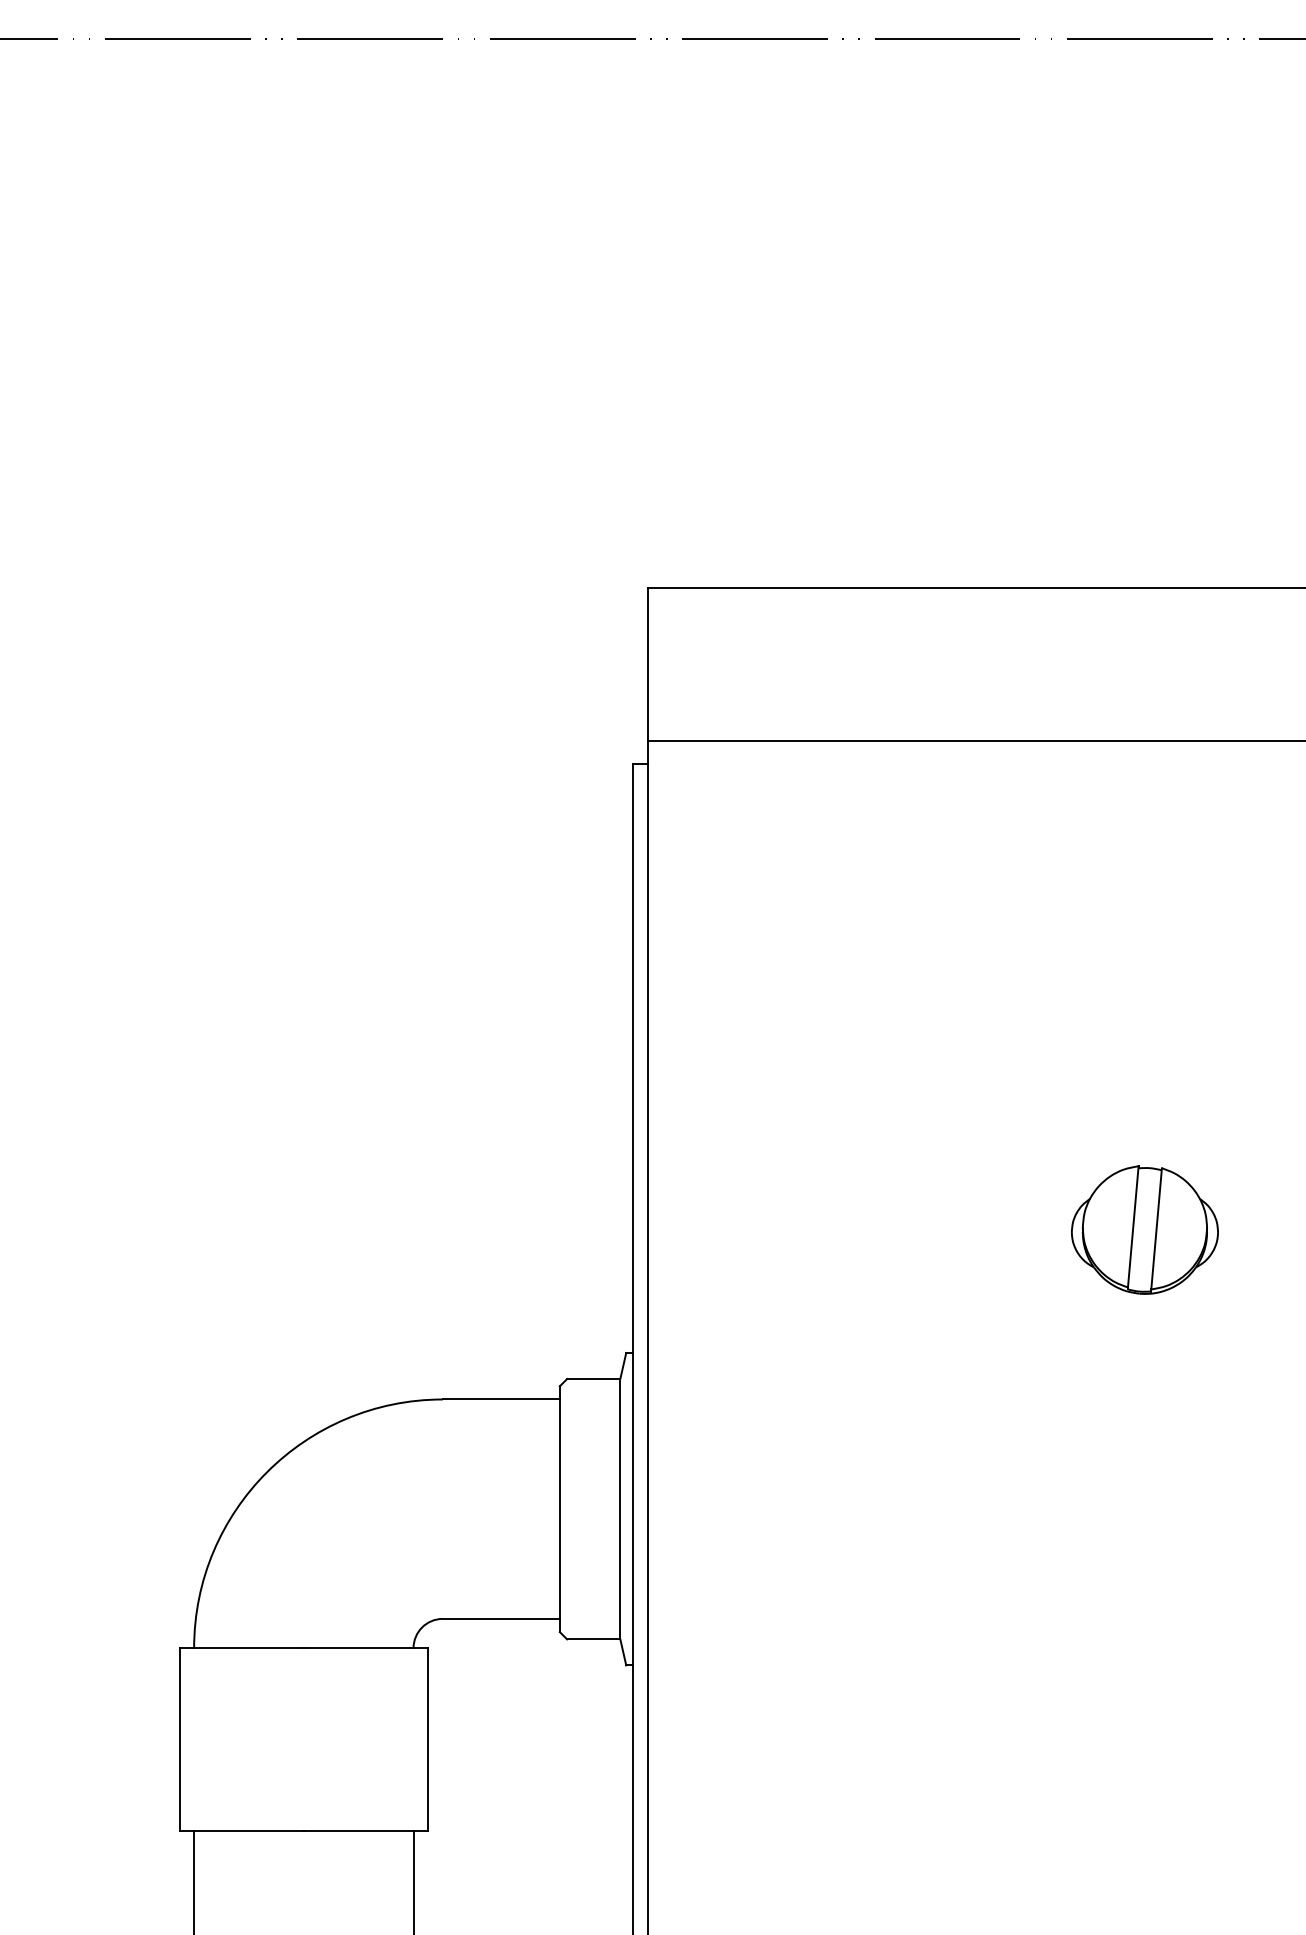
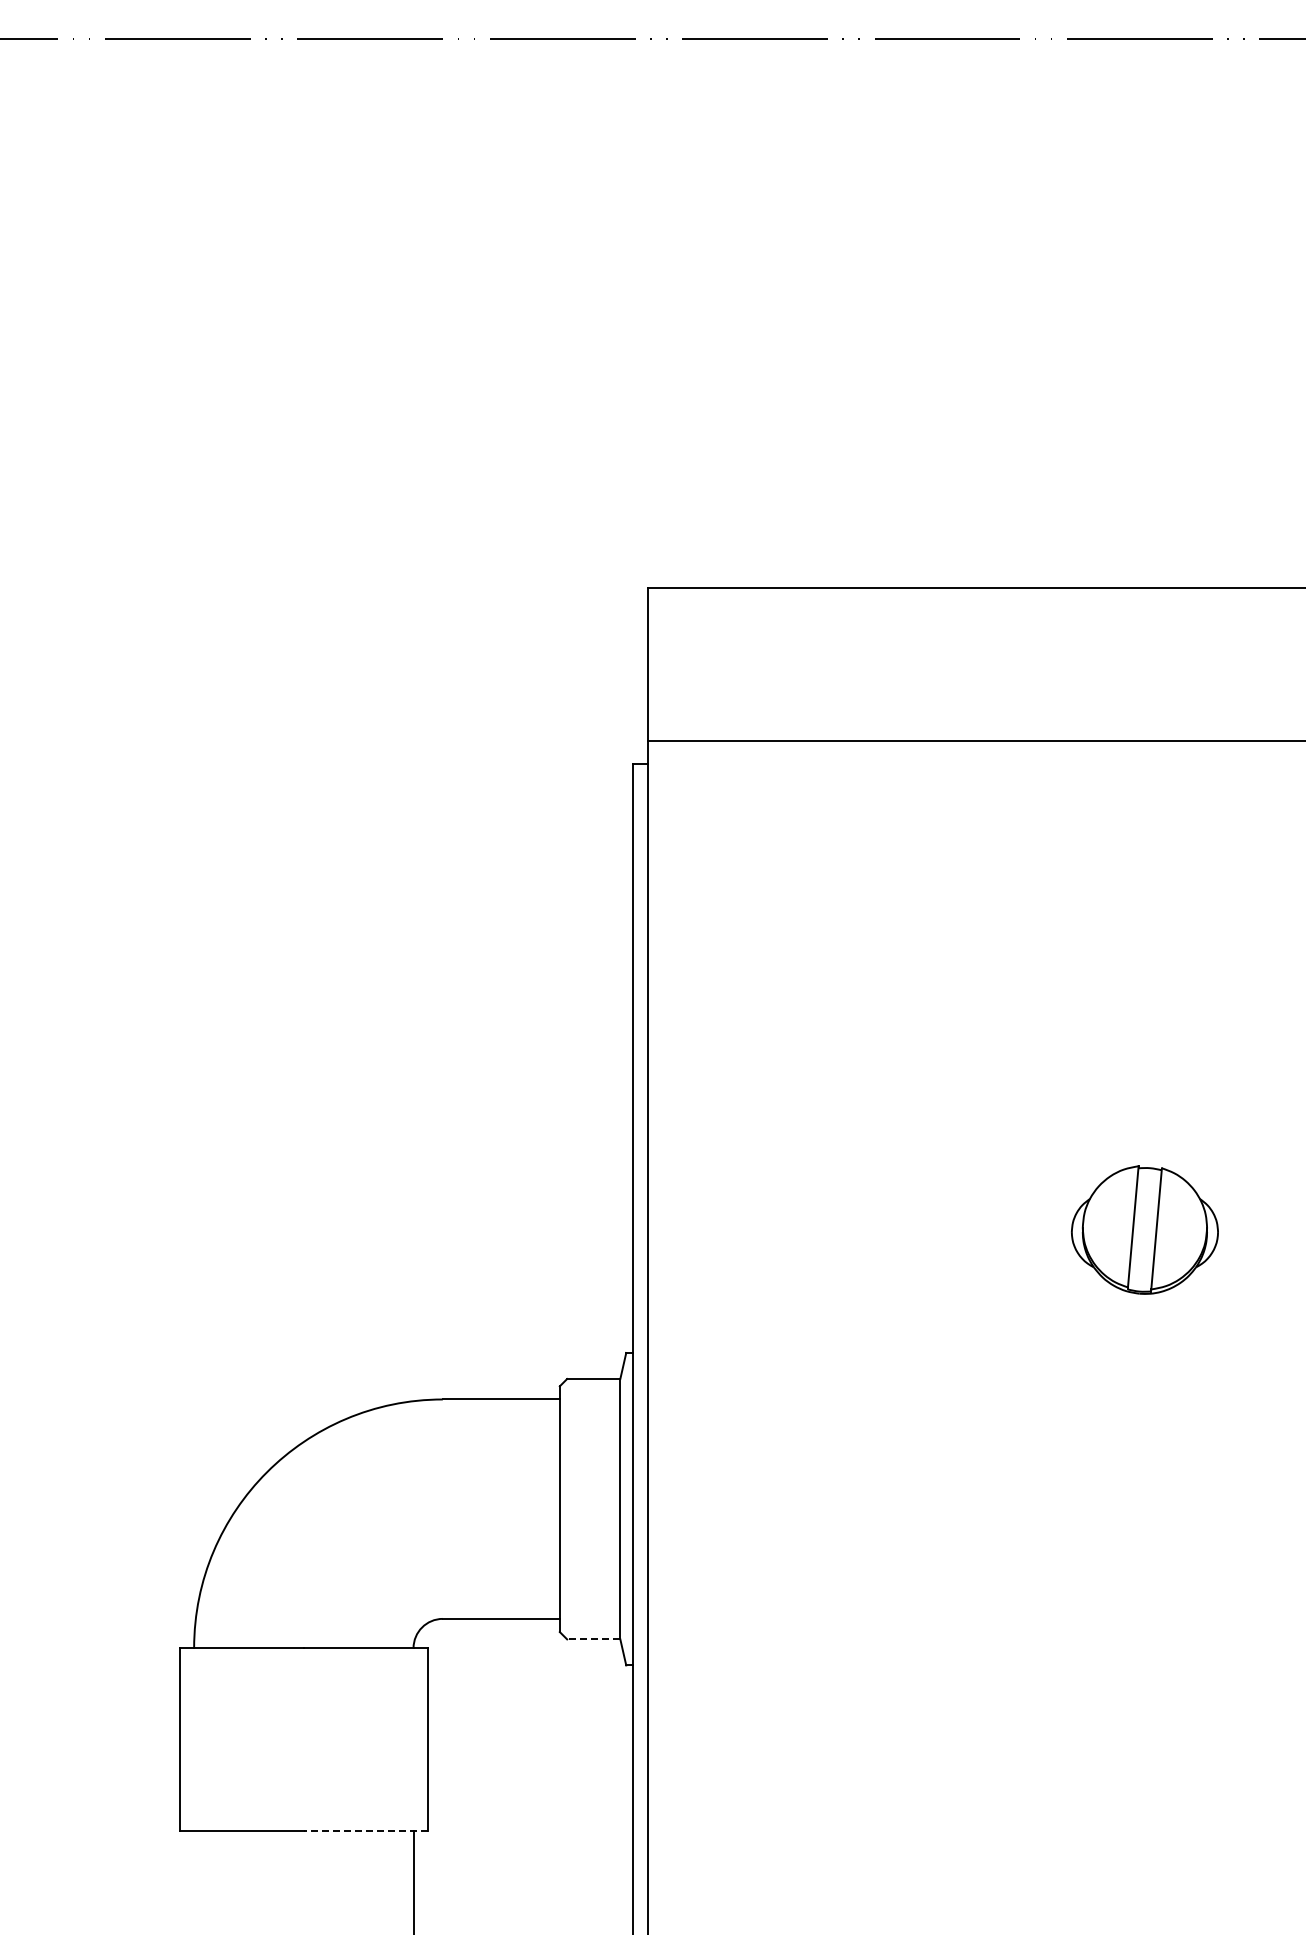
line at (593, 1639): solid -> dashed
line at (365, 1831): solid -> dashed
line at (194, 1881): present -> none
